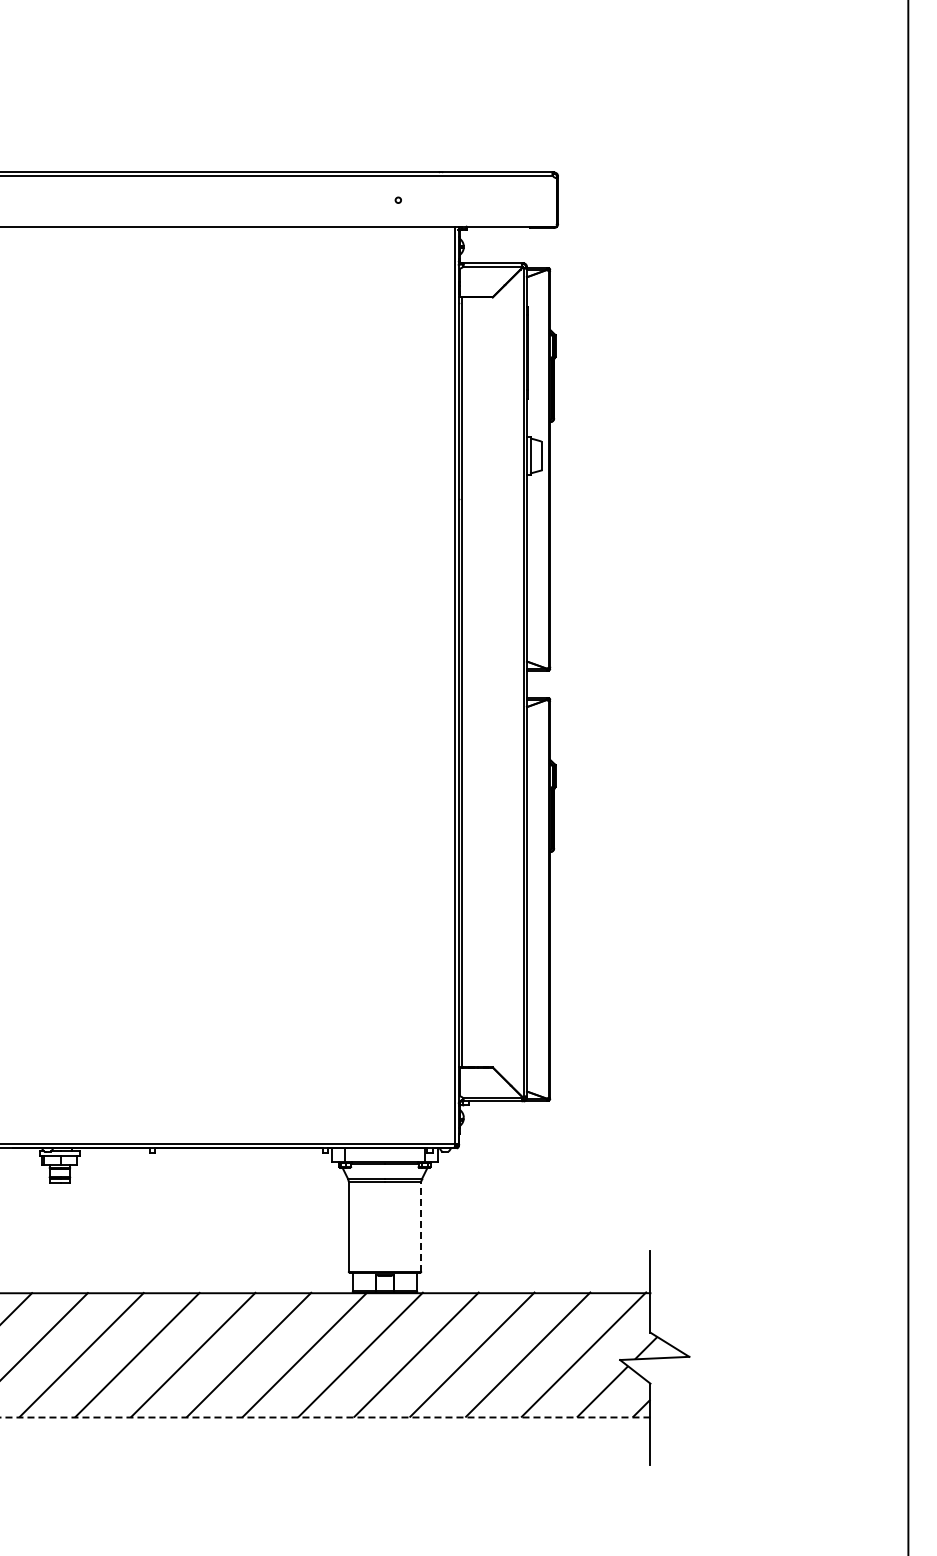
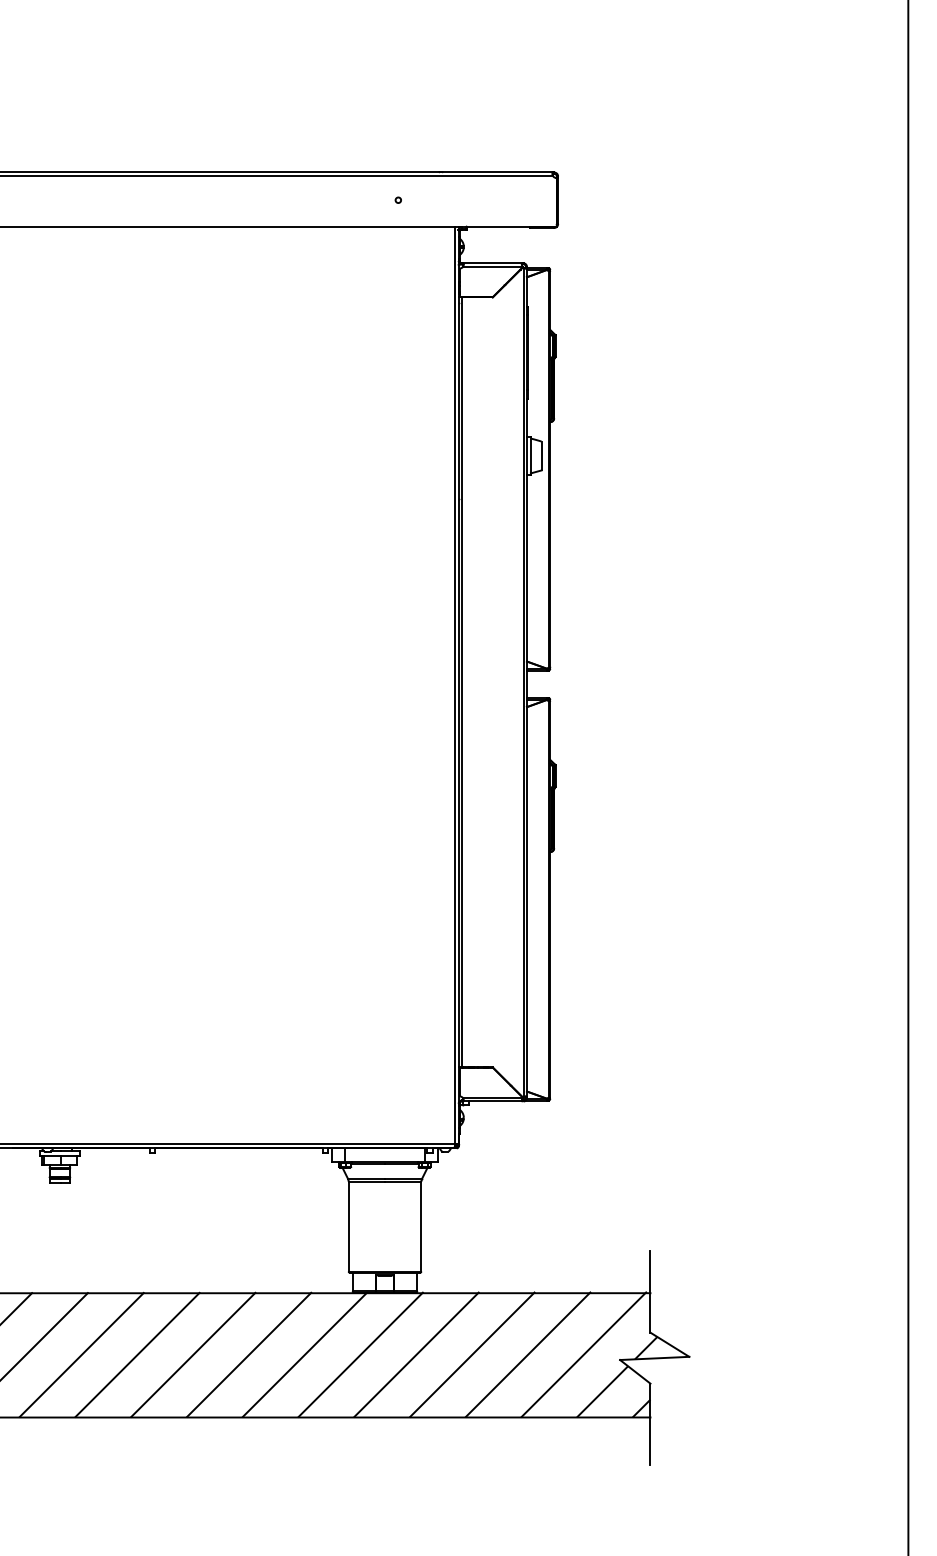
line at (421, 1226): dashed -> solid
line at (325, 1417): dashed -> solid
